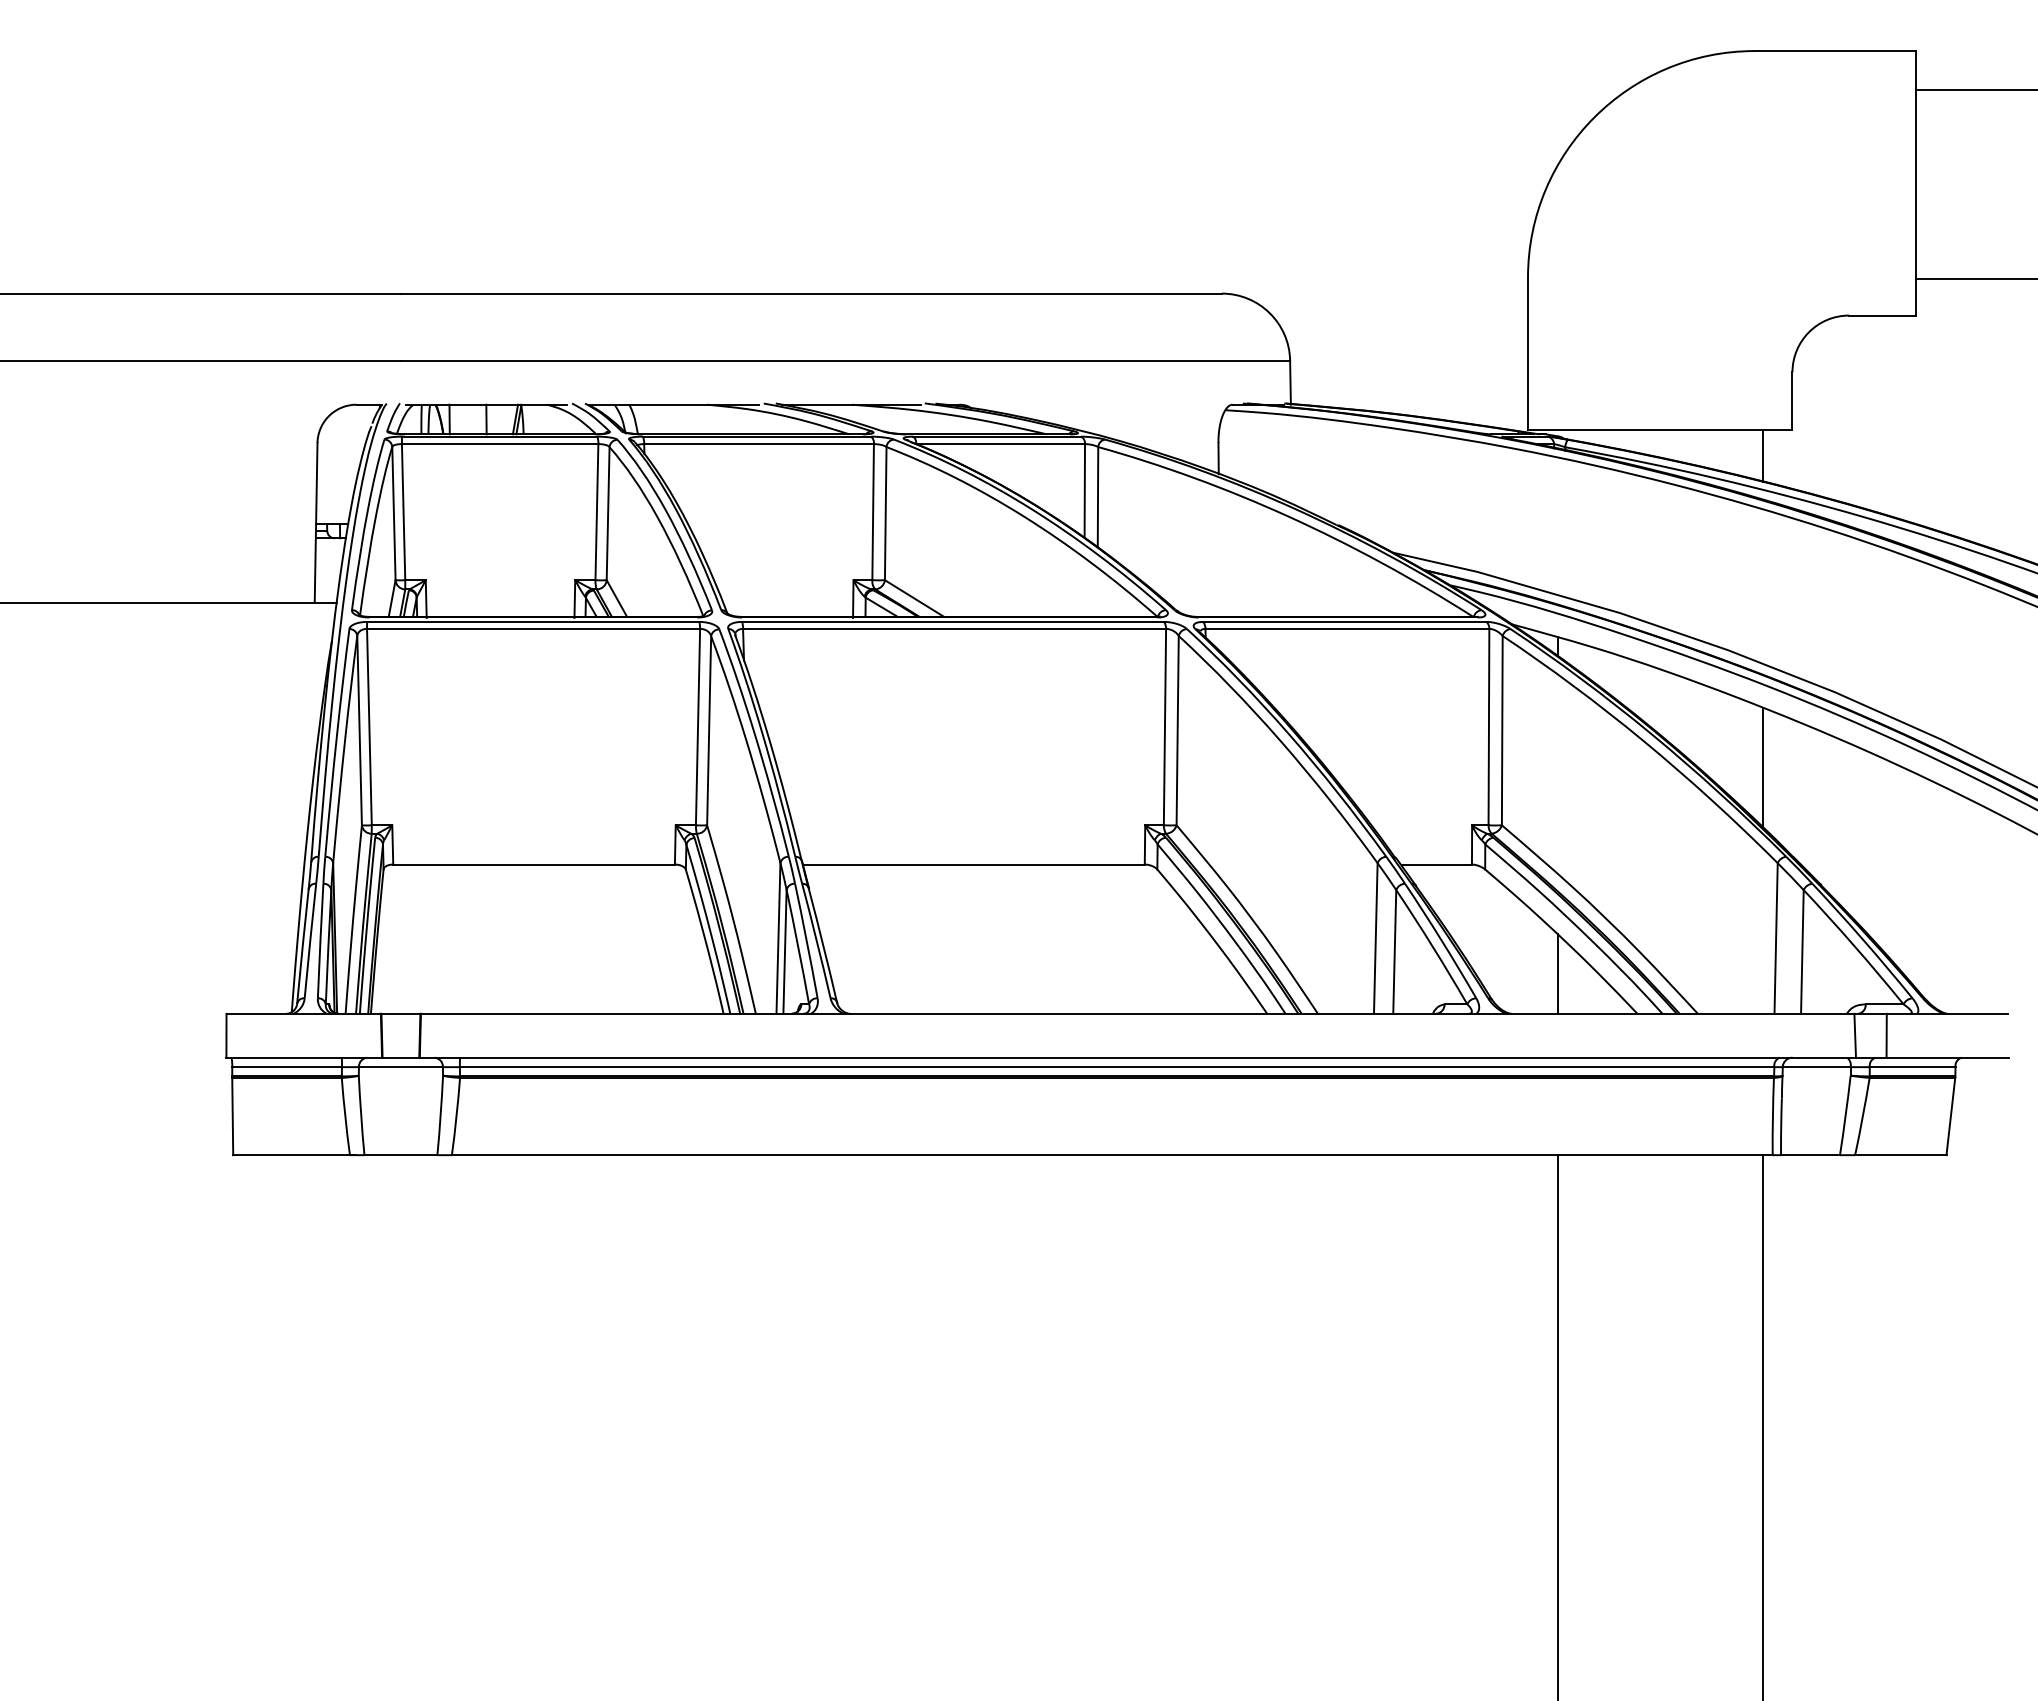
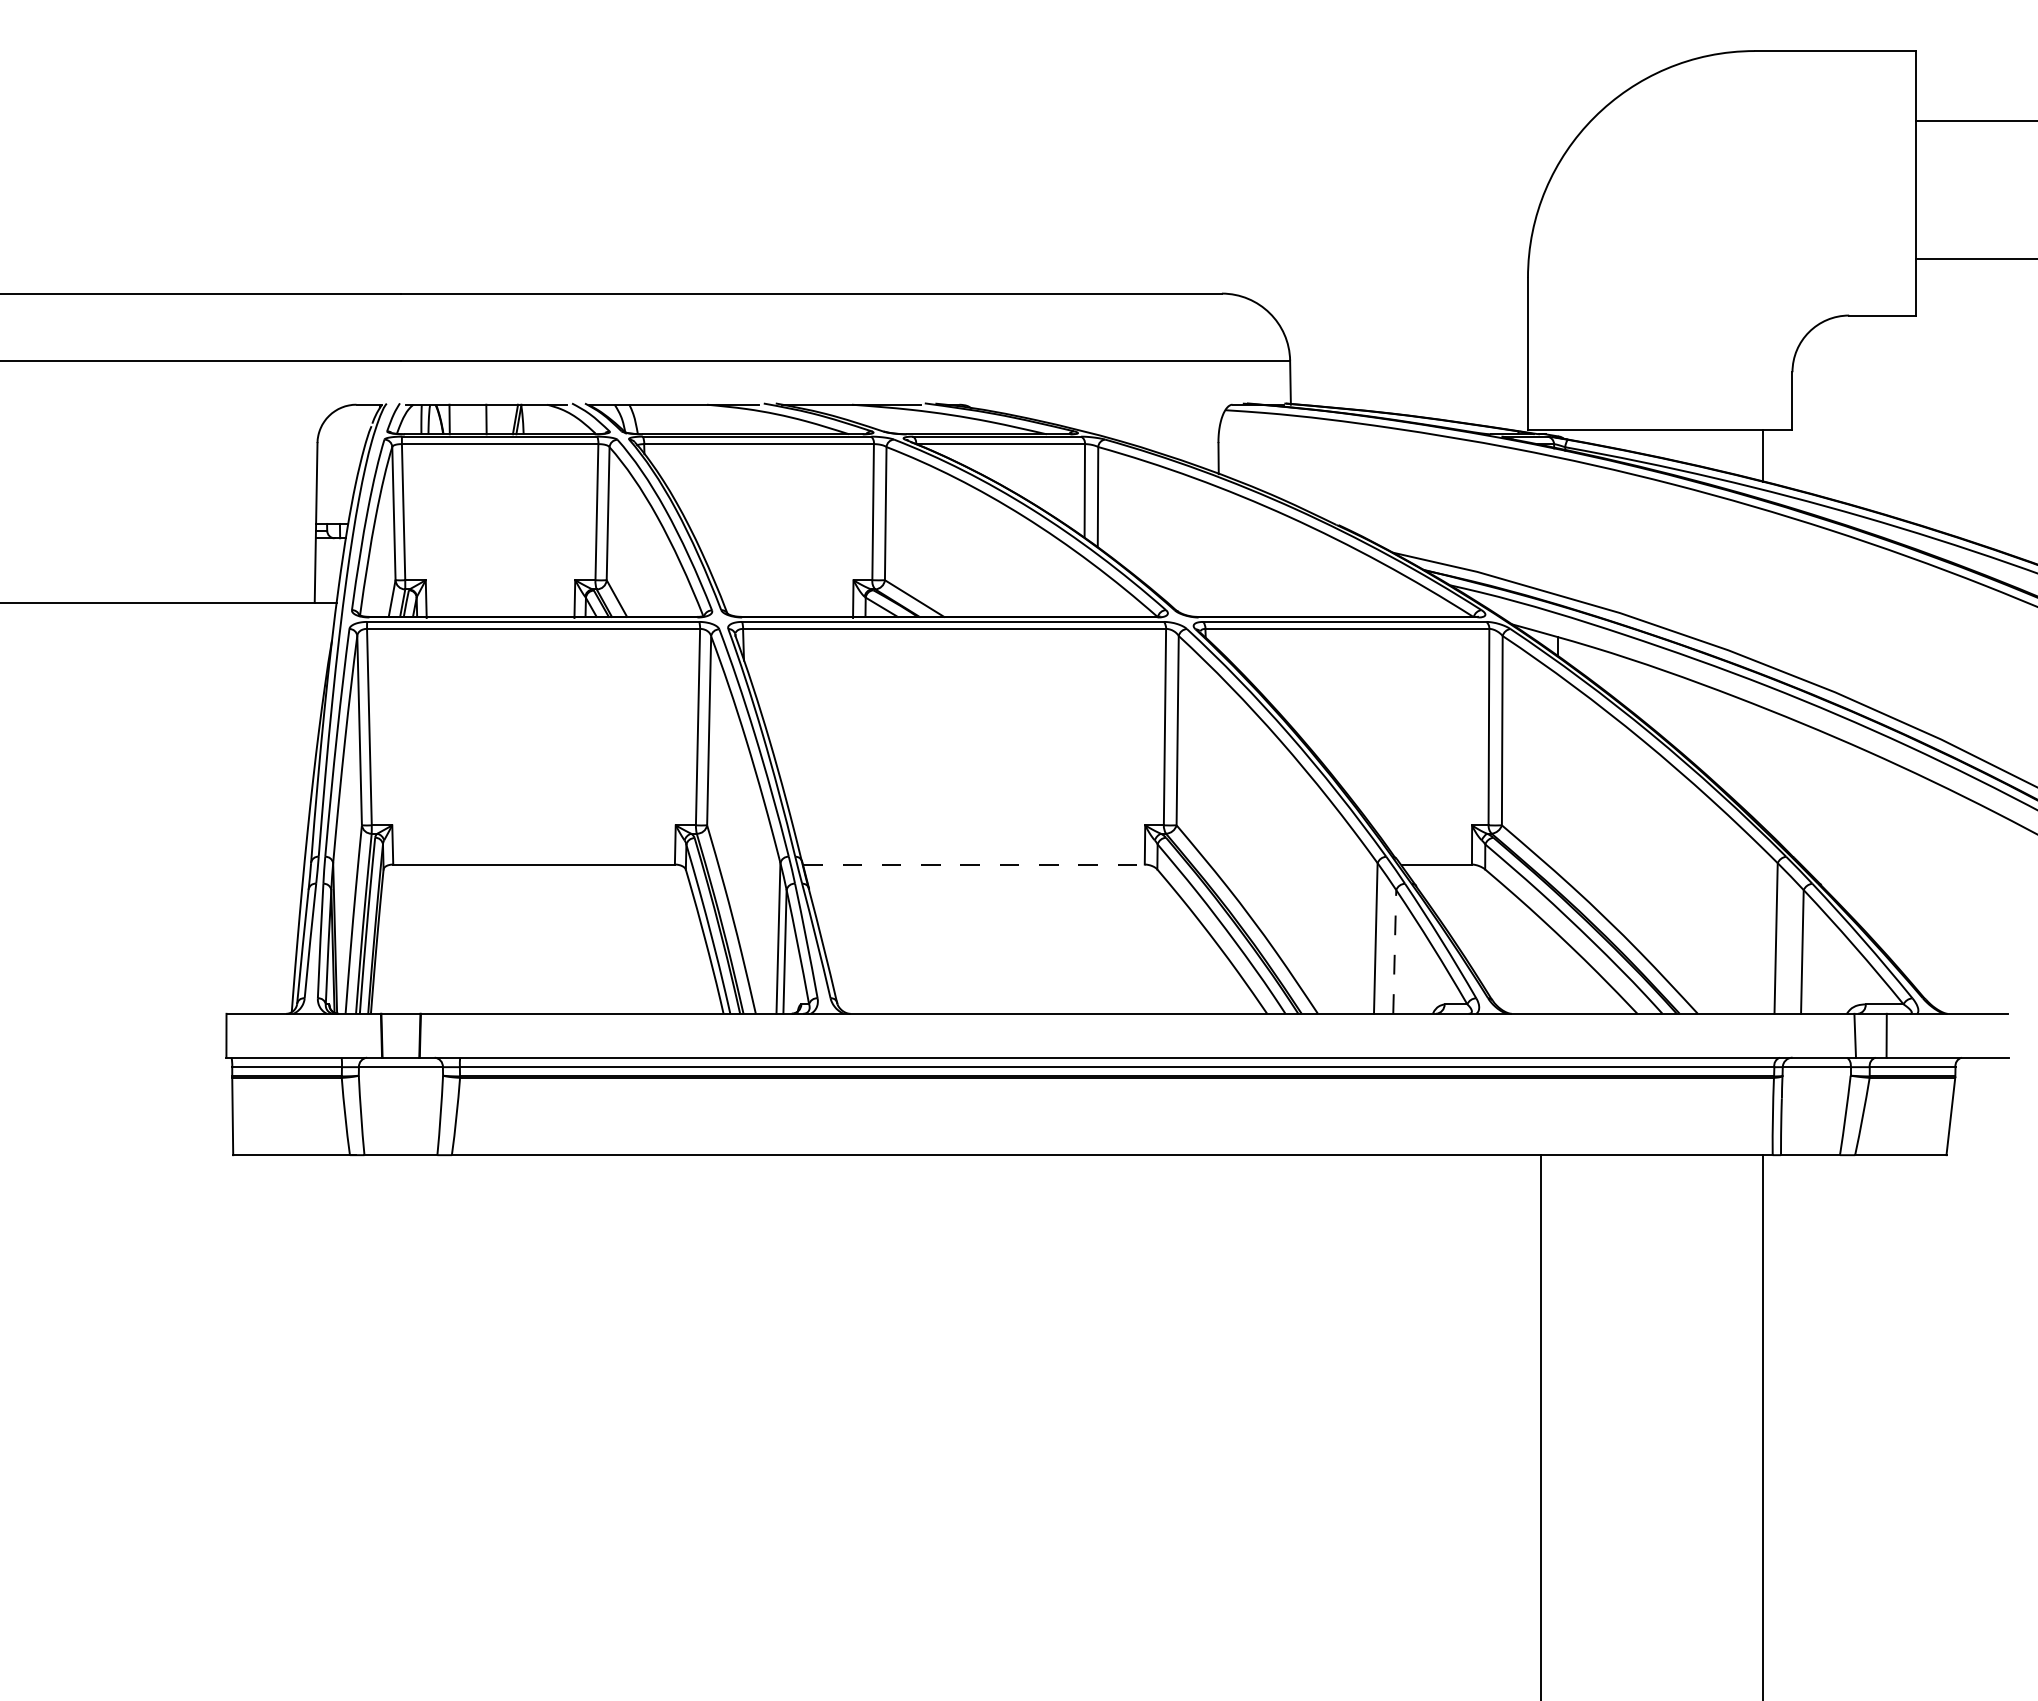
line at (1974, 90) position: (1974, 90) -> (1974, 121)
line at (1974, 279) position: (1974, 279) -> (1974, 259)
line at (1762, 767): present -> none
line at (973, 864): solid -> dashed
line at (1394, 951): solid -> dashed
line at (1557, 973): present -> none
line at (1557, 1426) position: (1557, 1426) -> (1540, 1426)
